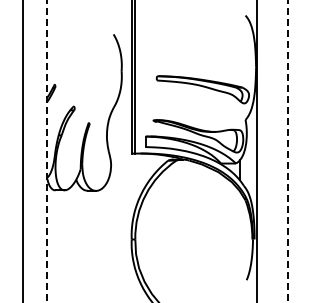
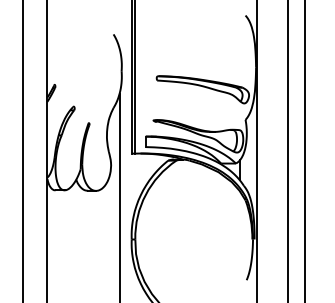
line at (304, 150): none -> present
line at (47, 151): dashed -> solid
line at (287, 151): dashed -> solid
line at (119, 196): none -> present
